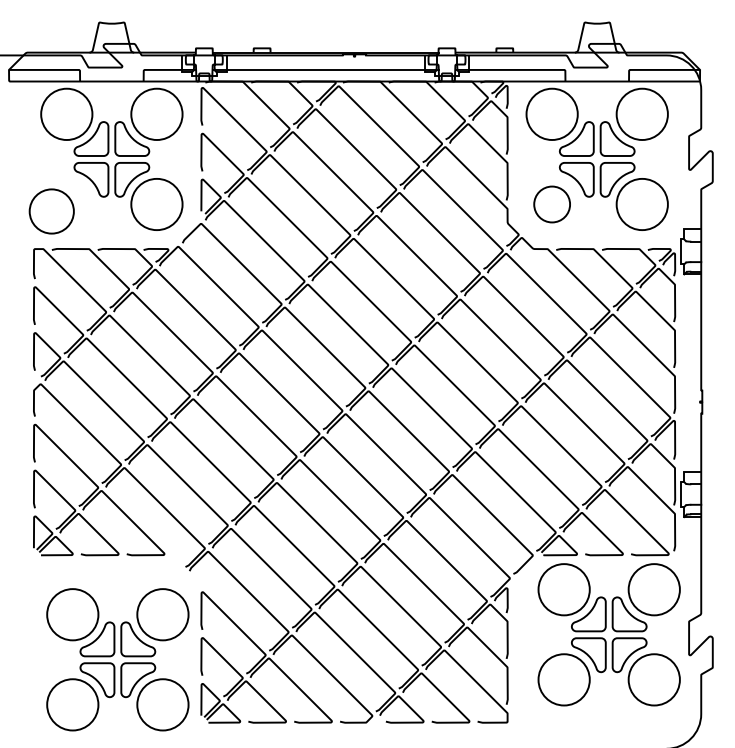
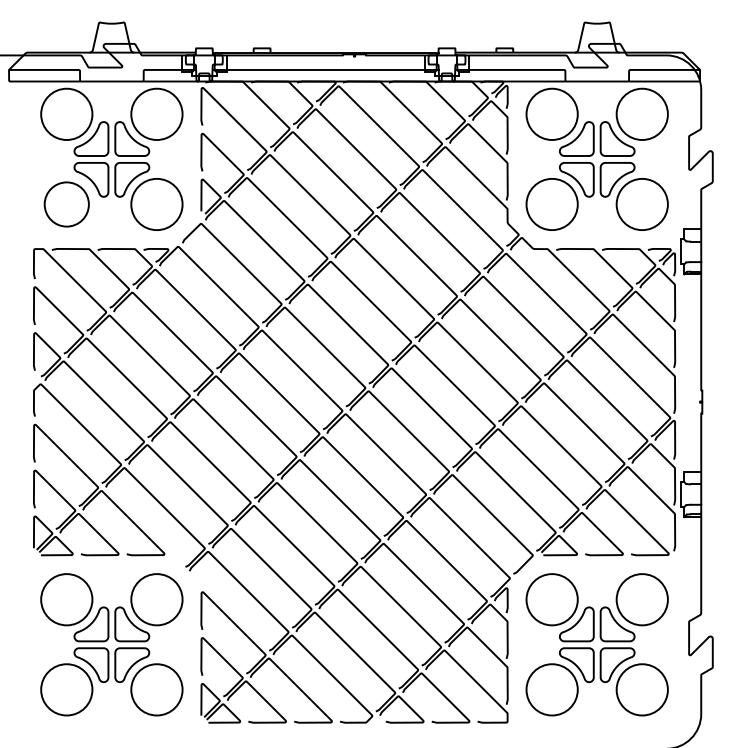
circle at (552, 204) diameter: 36 px -> 51 px
circle at (51, 211) position: (51, 211) -> (66, 204)
part at (608, 634) position: (608, 634) -> (596, 644)
part at (117, 659) position: (117, 659) -> (111, 644)
